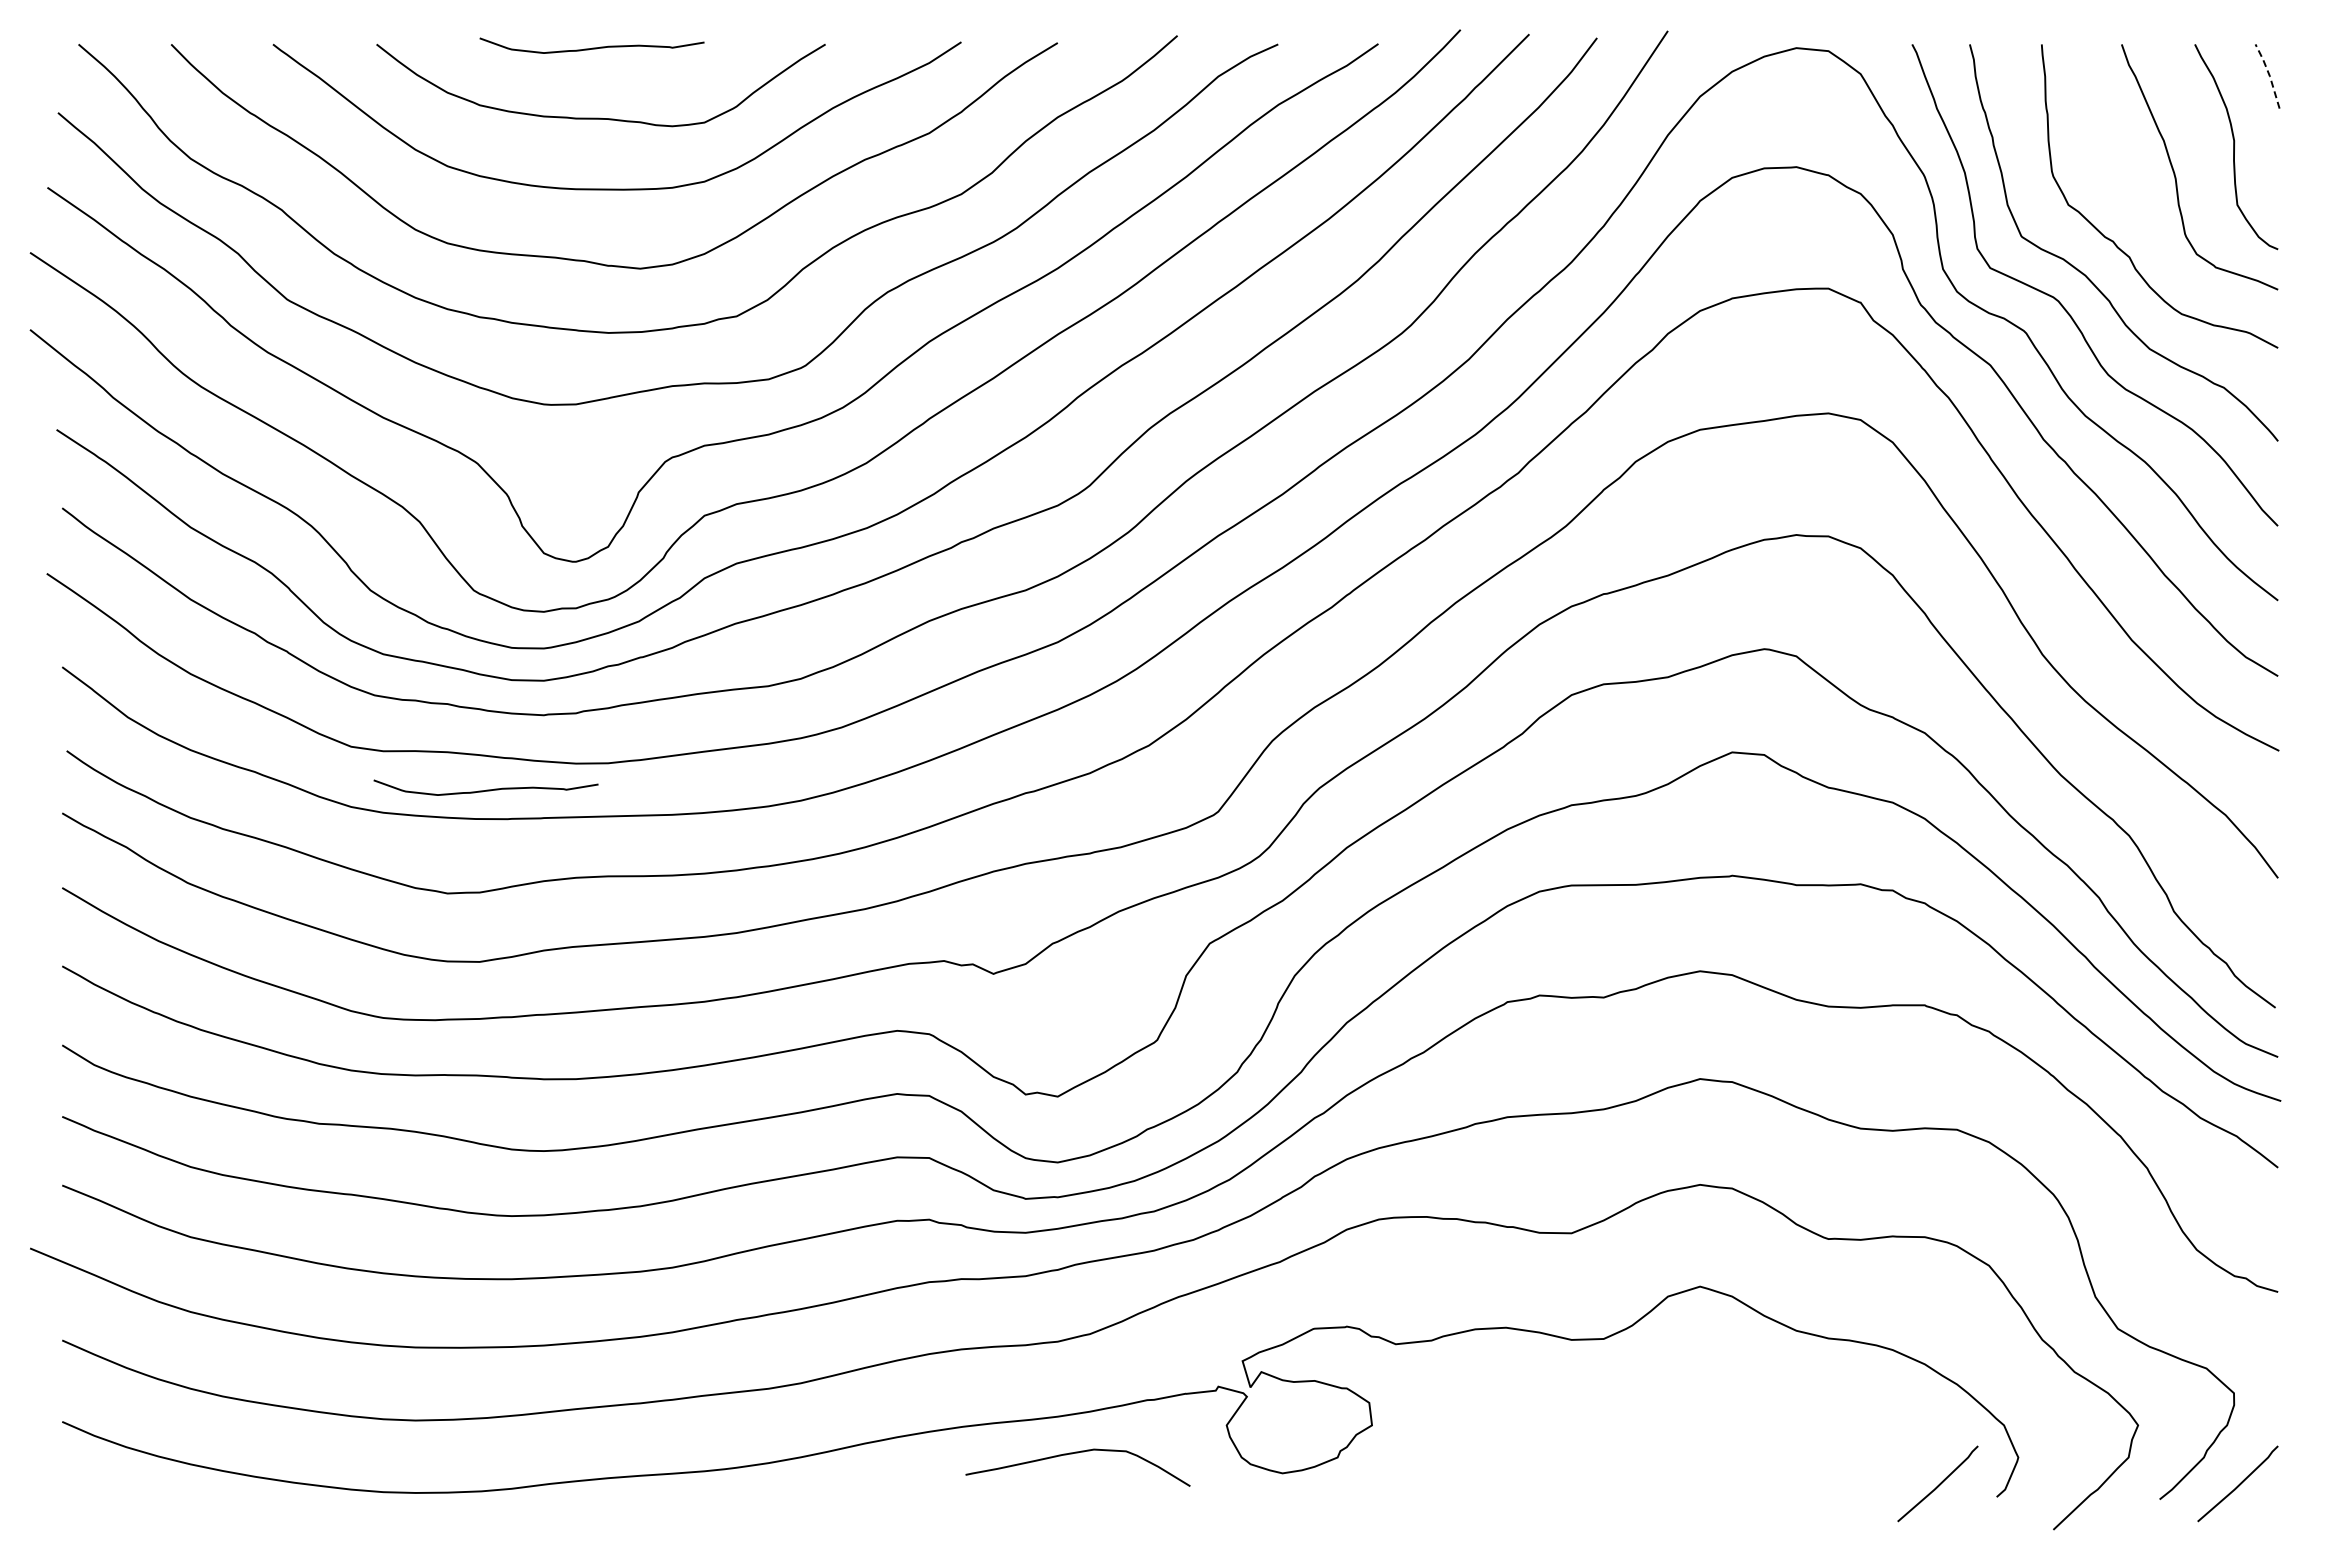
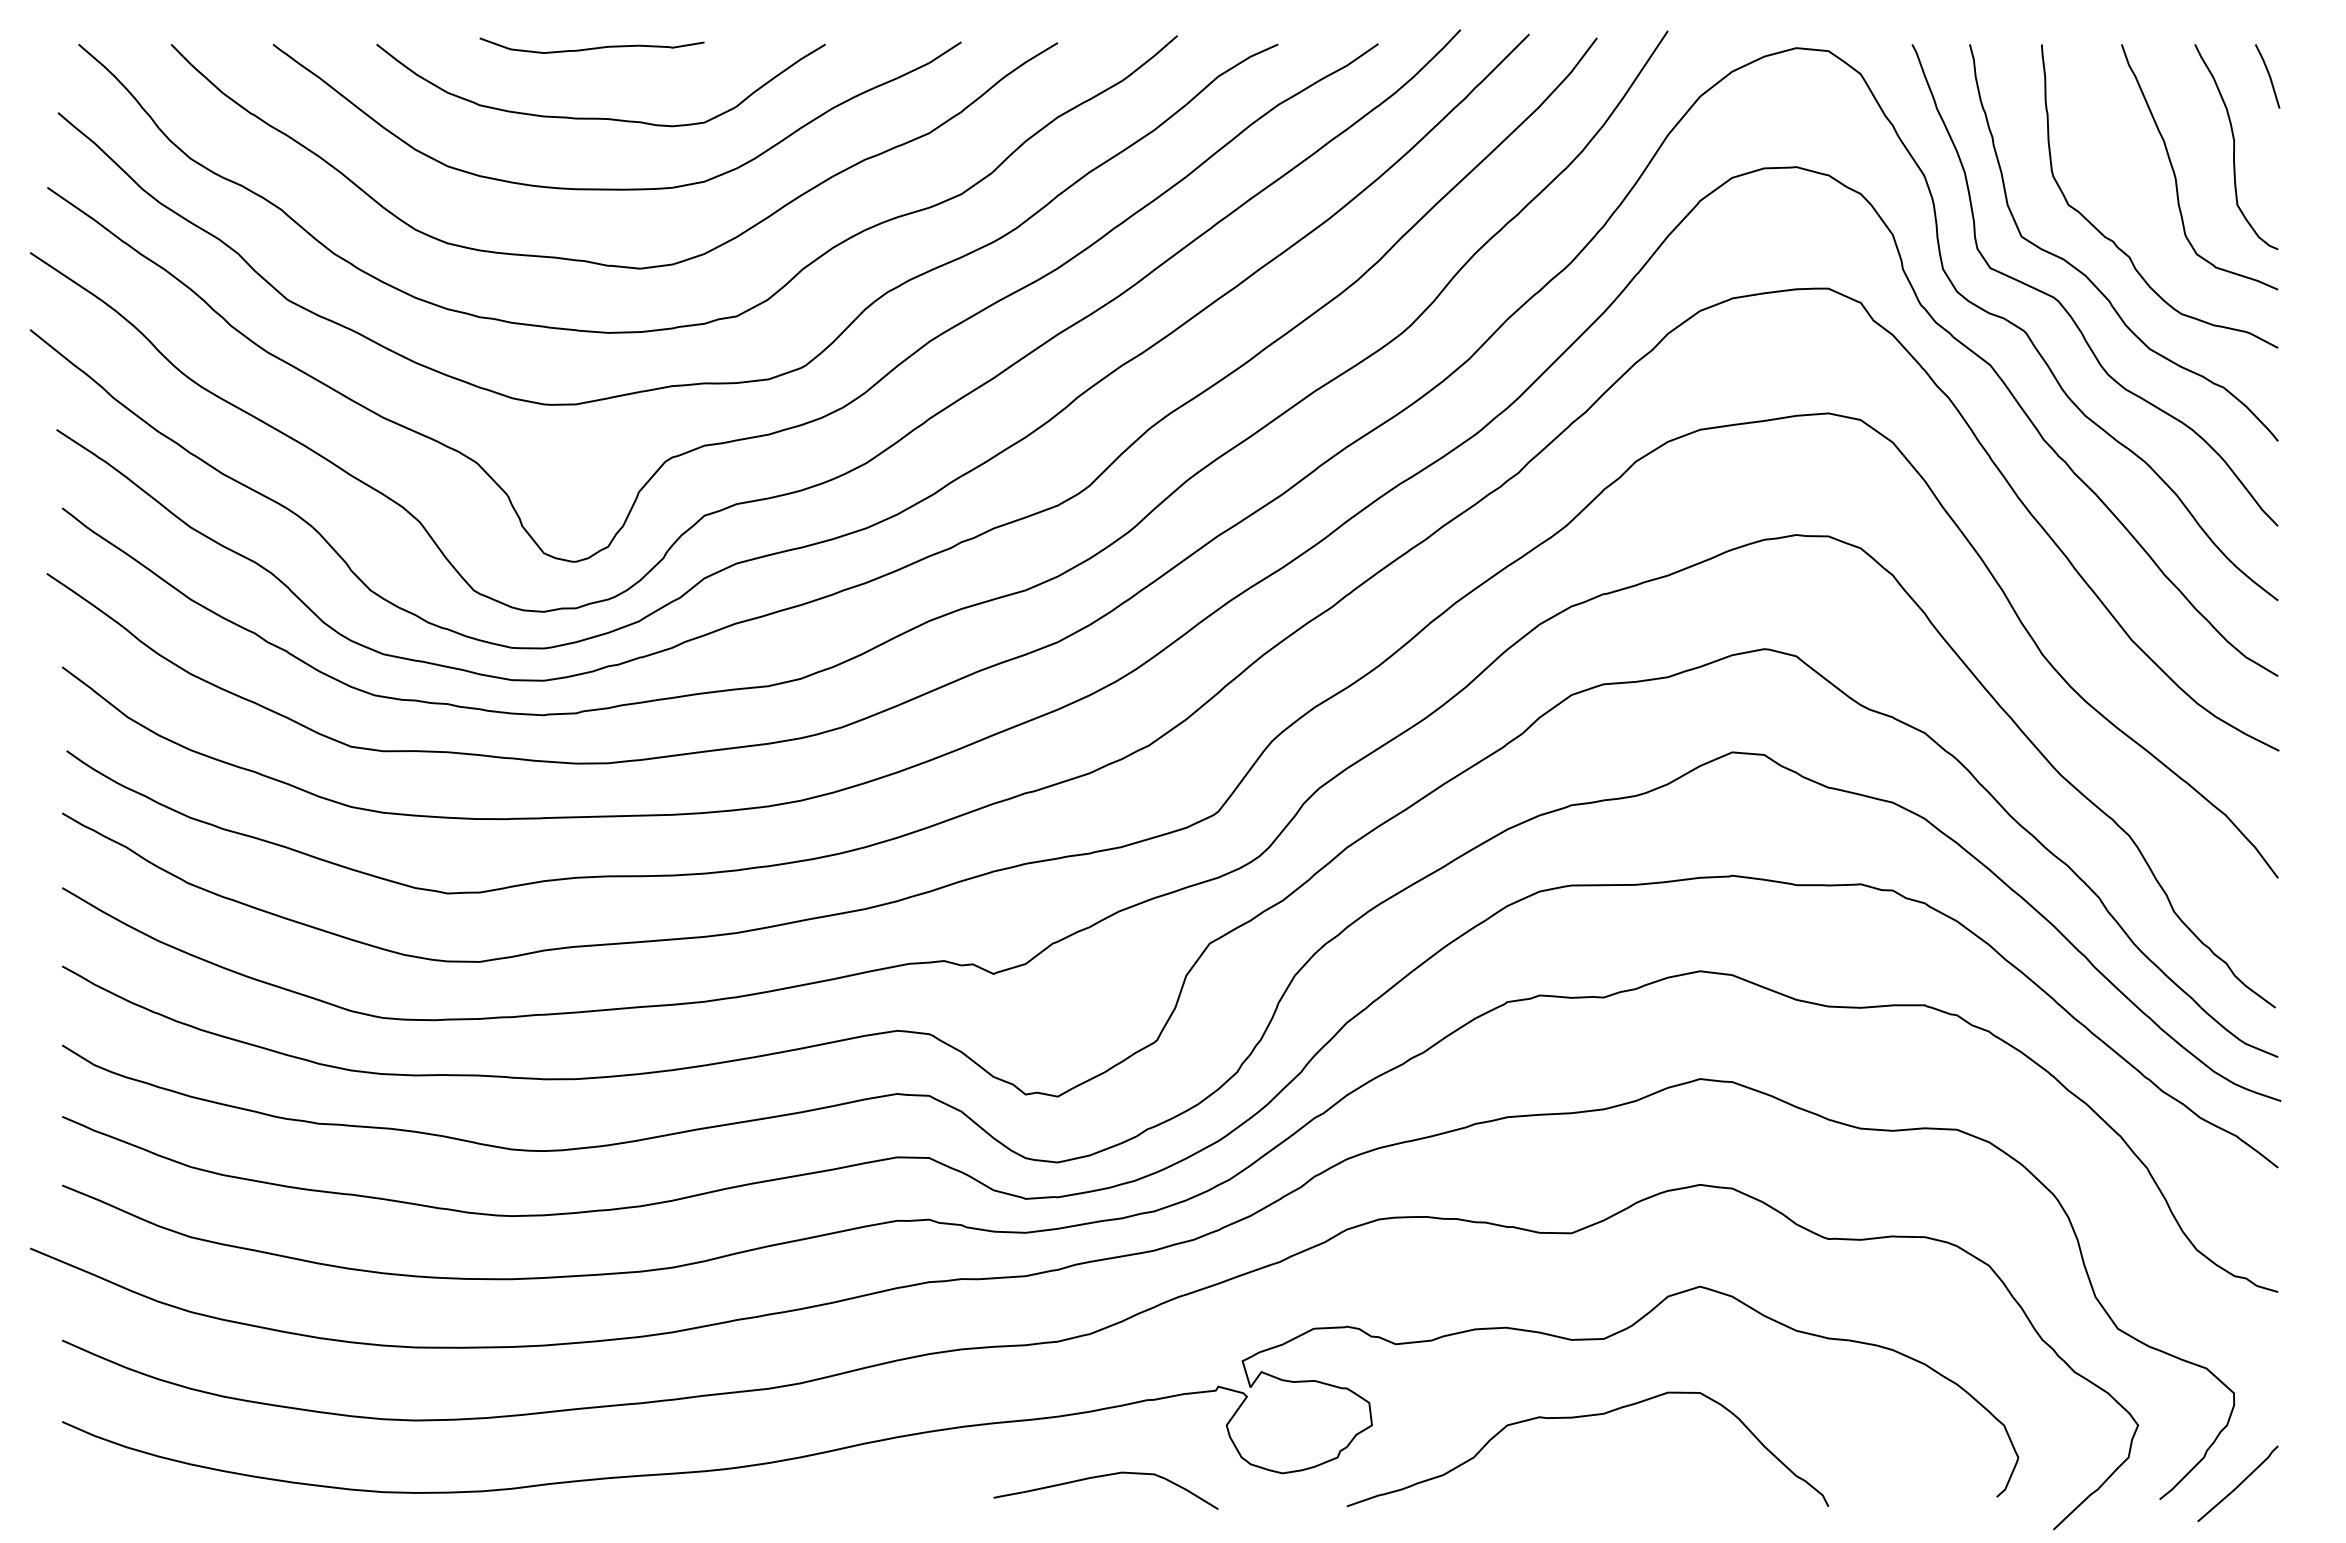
line at (2269, 75): dashed -> solid
curve at (486, 789): present -> none
curve at (1583, 1417): none -> present
curve at (1072, 1454) position: (1072, 1454) -> (1100, 1477)
line at (1938, 1484): present -> none
